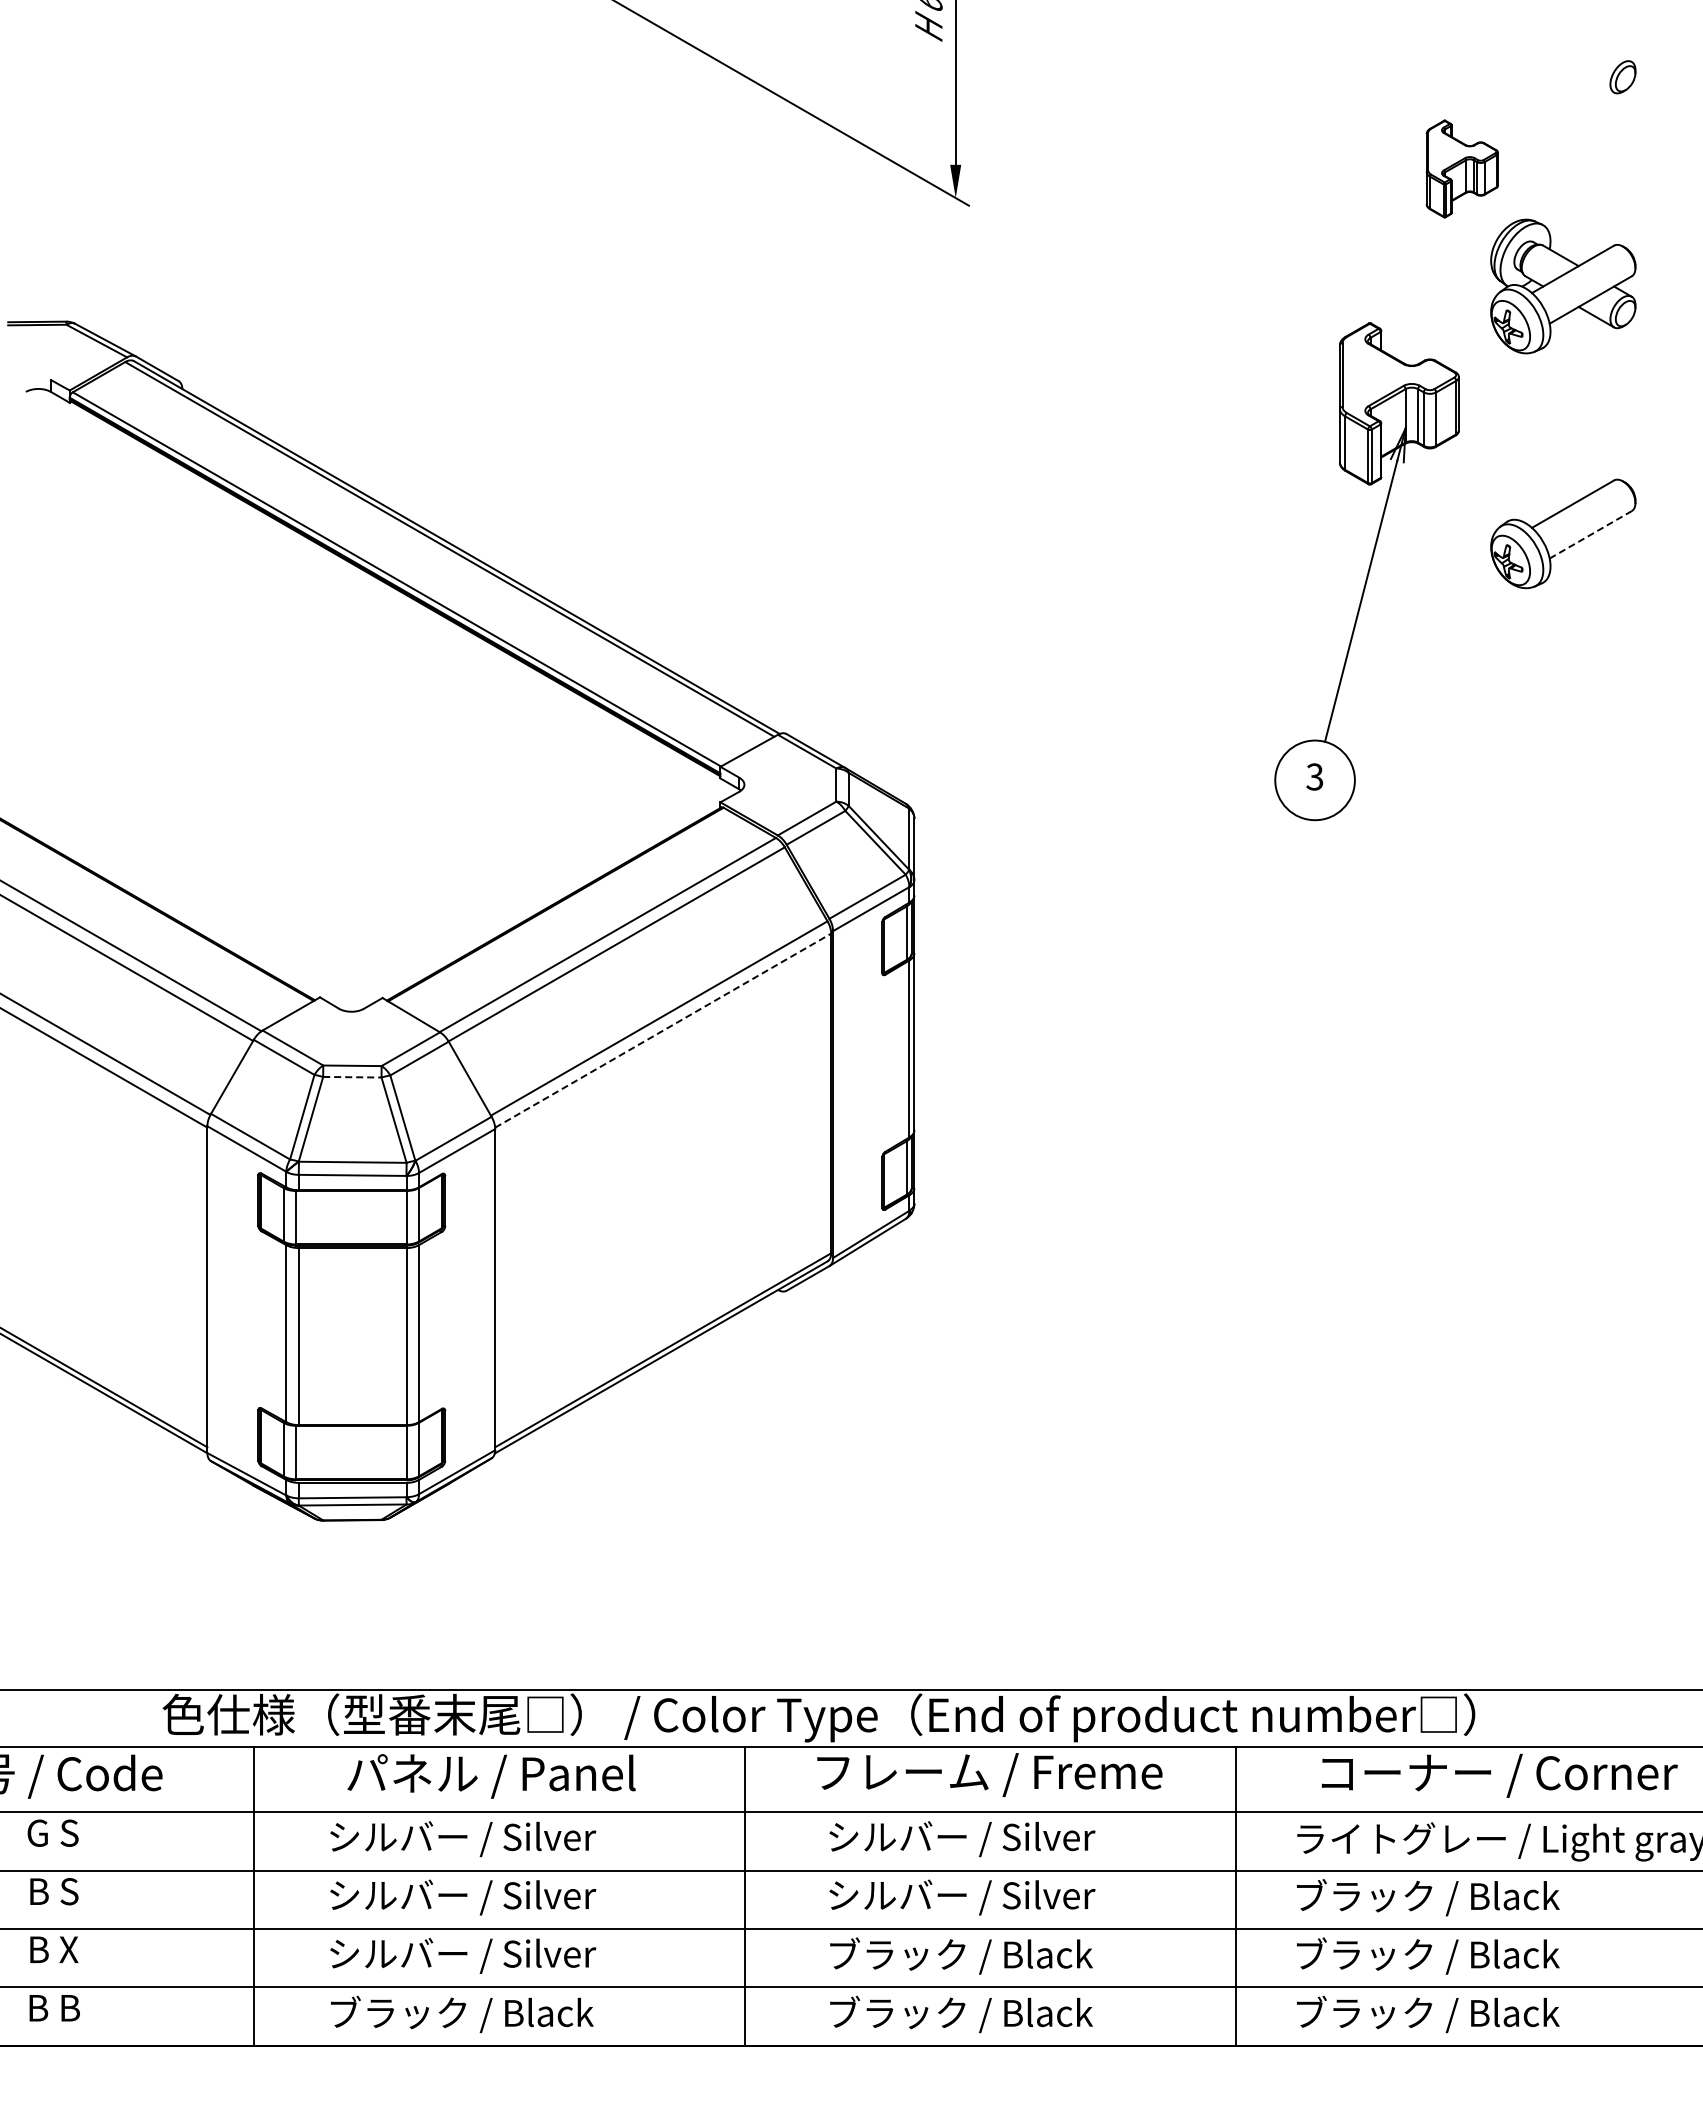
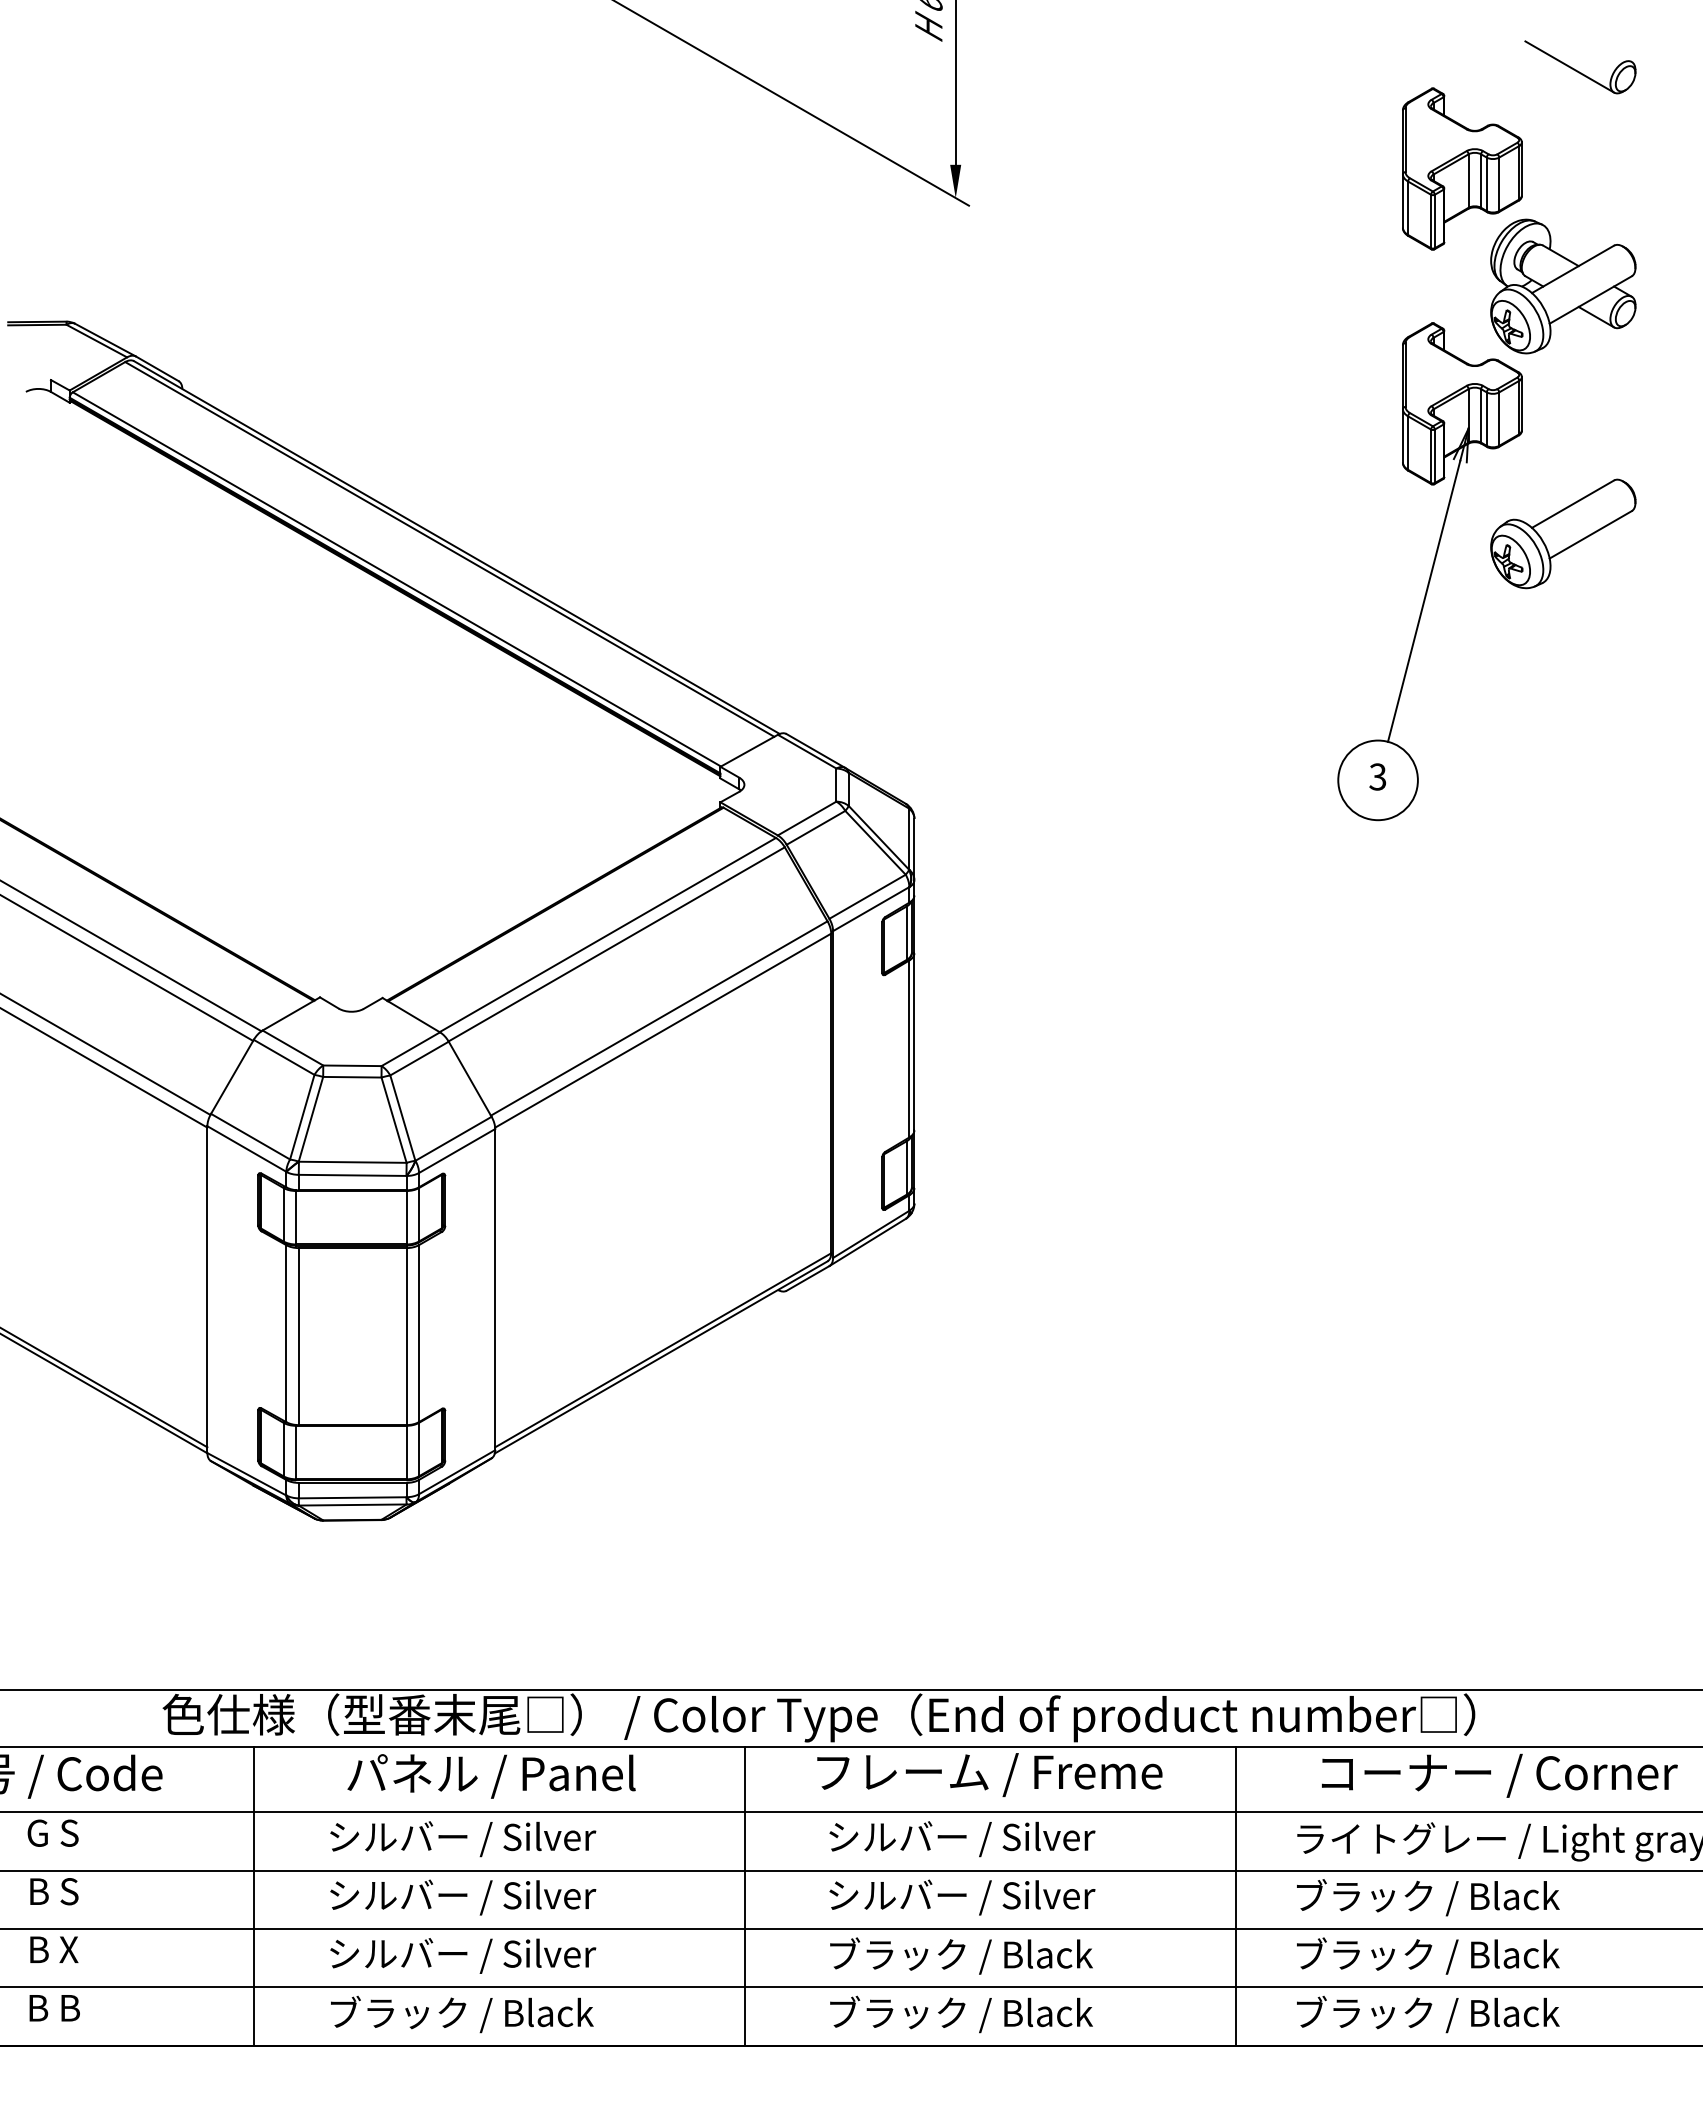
line at (1569, 66): none -> present
part at (1461, 168) size: 74x100 px -> 121x164 px
line at (1591, 534): dashed -> solid
part at (1366, 571) position: (1366, 571) -> (1429, 571)
line at (663, 1030): dashed -> solid
line at (352, 1077): dashed -> solid
